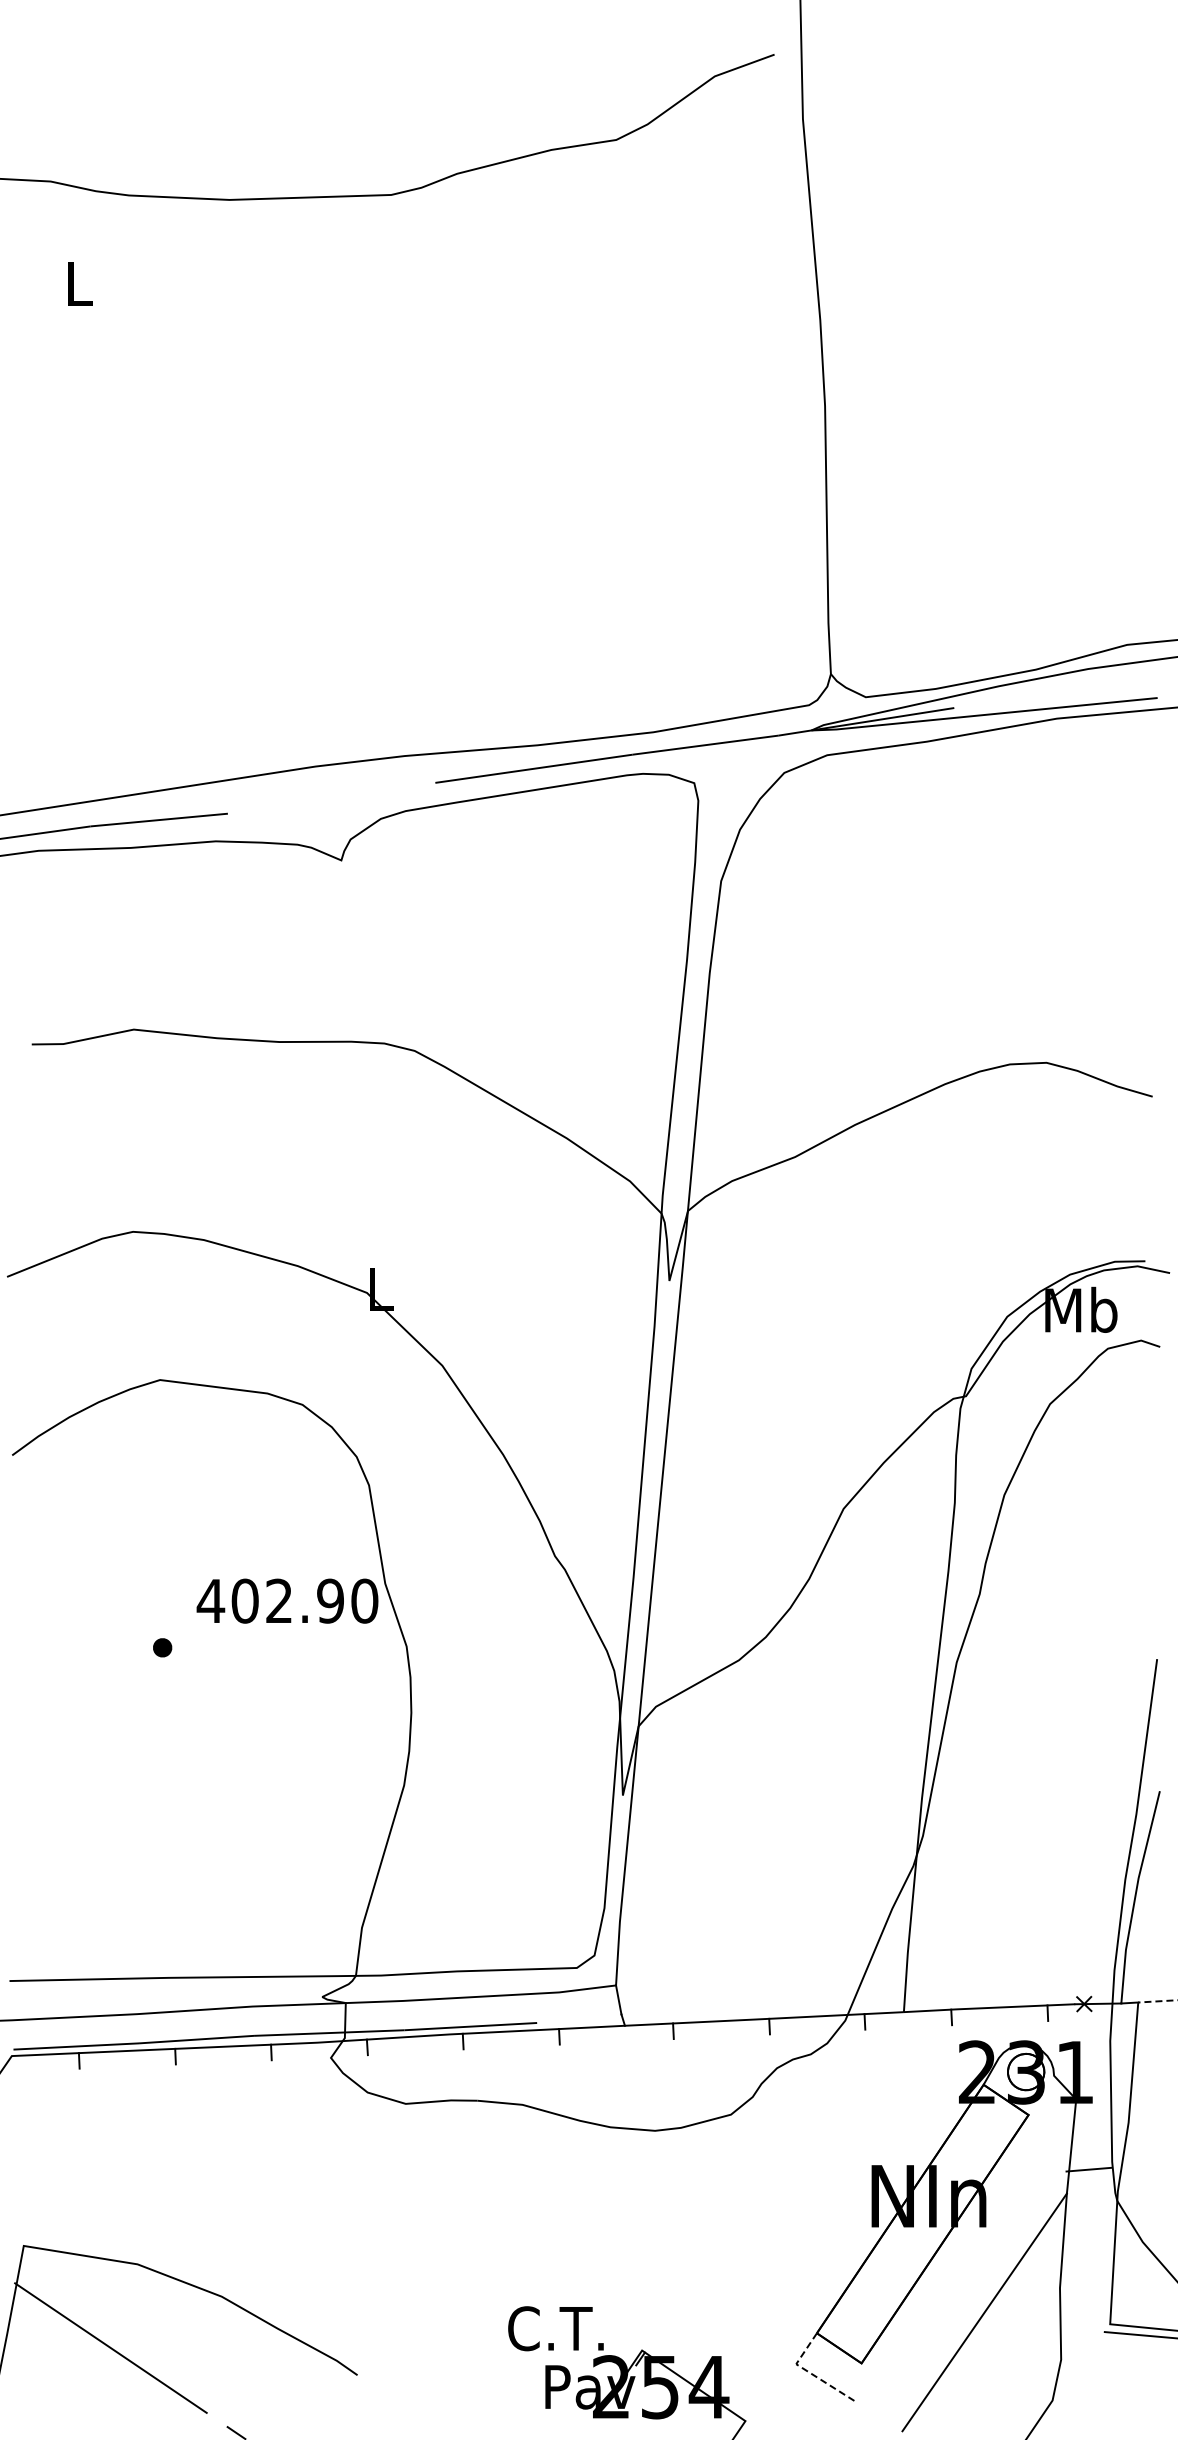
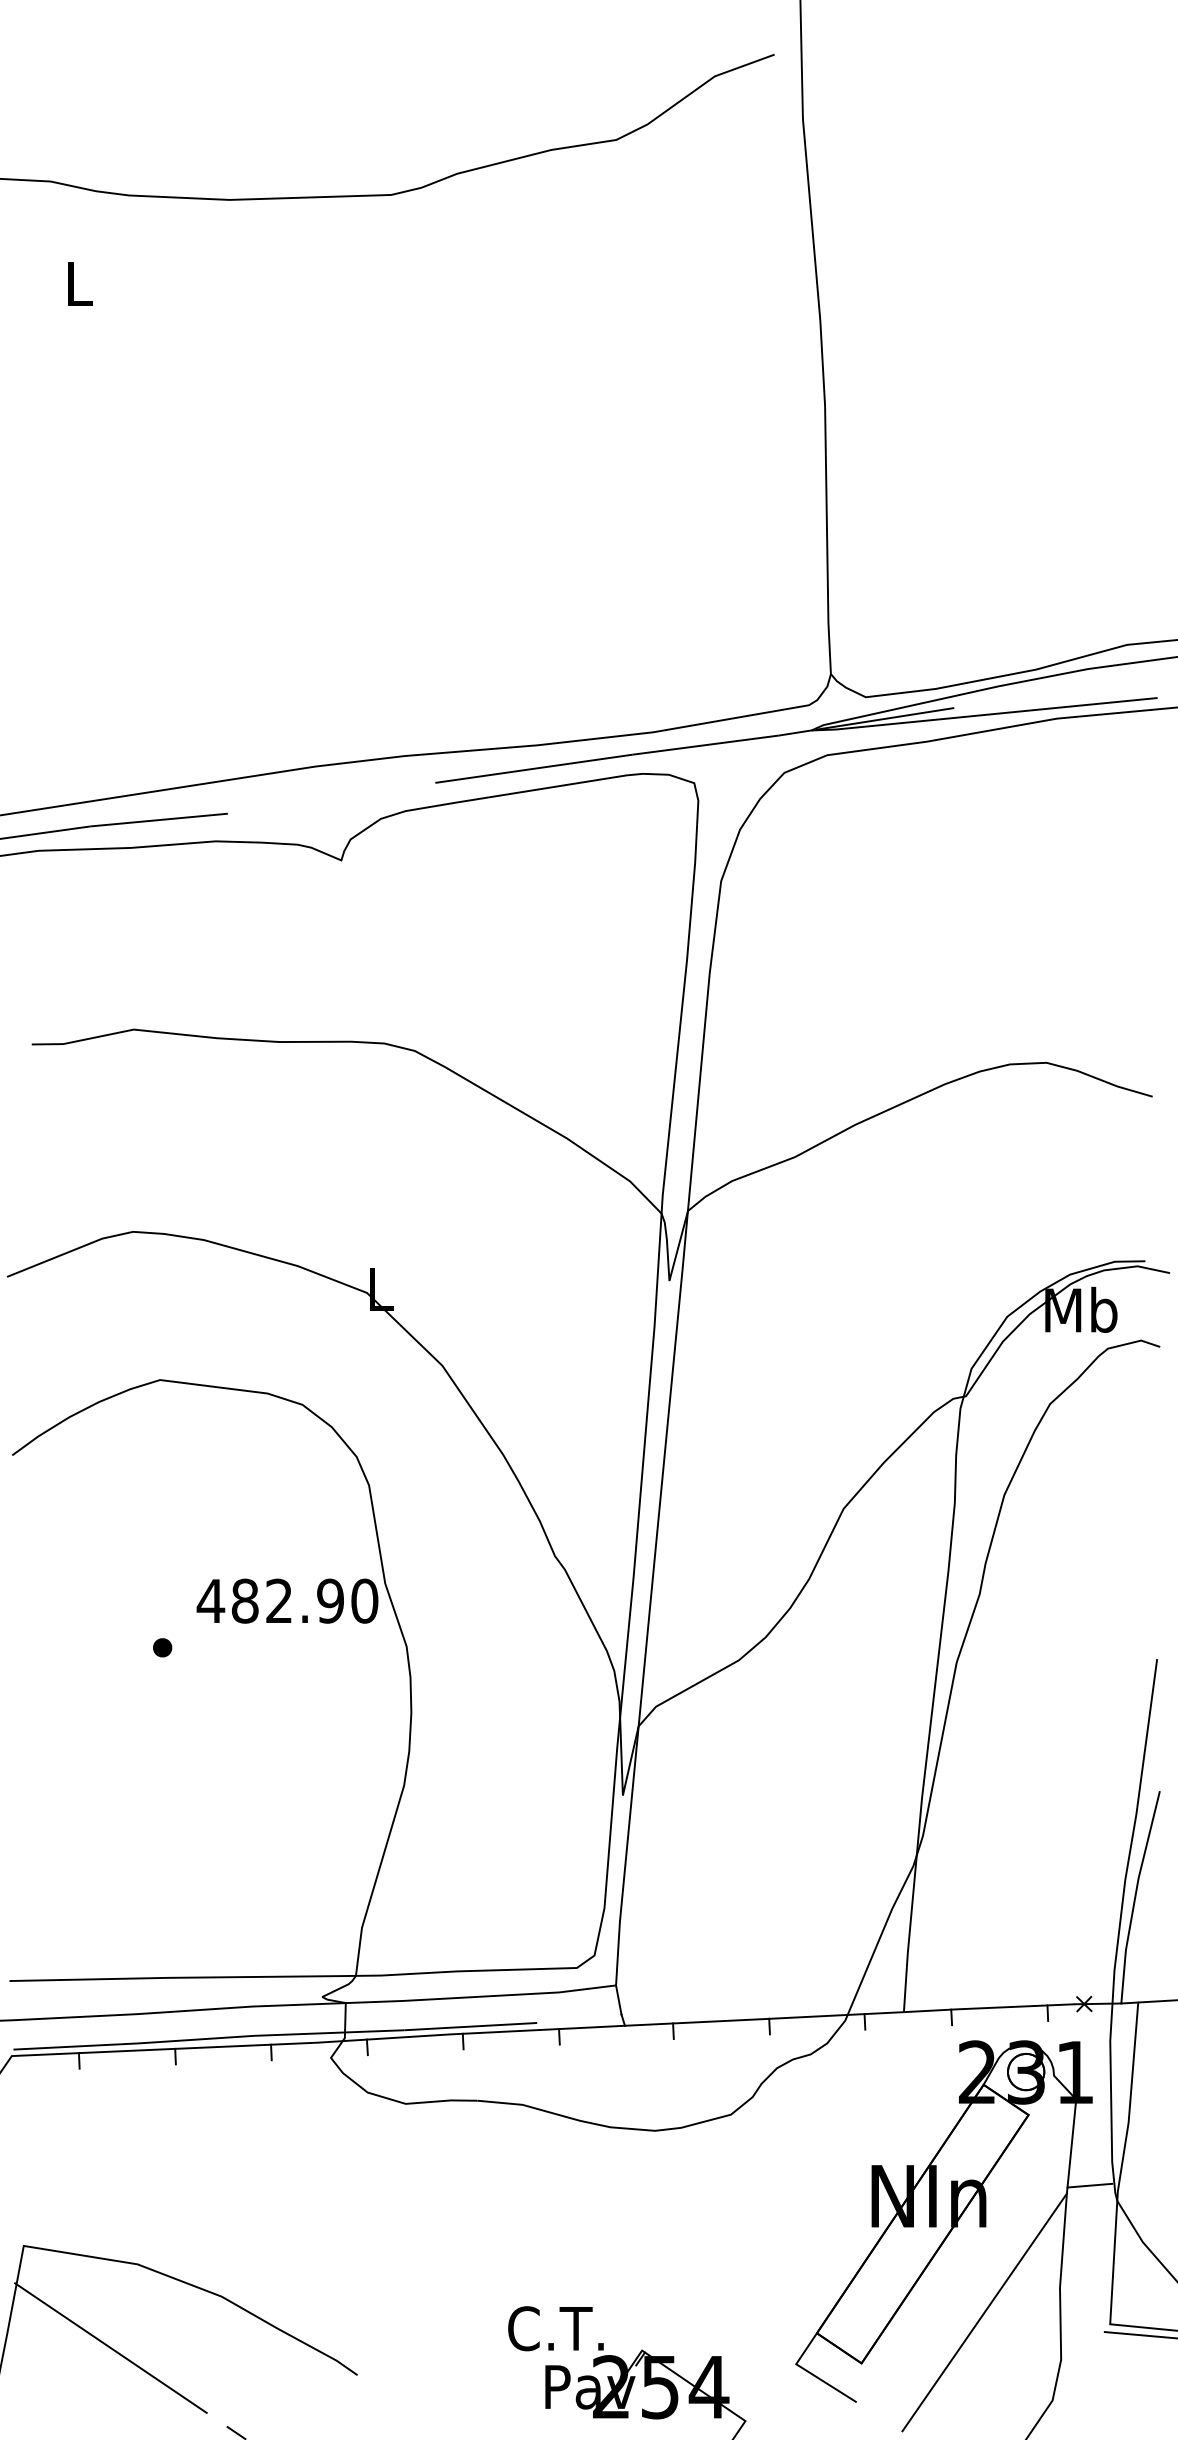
text at (244, 1600): 402.90 -> 482.90
line at (1158, 2001): dashed -> solid
line at (1088, 2169) position: (1088, 2169) -> (1089, 2185)
line at (810, 2373): dashed -> solid
